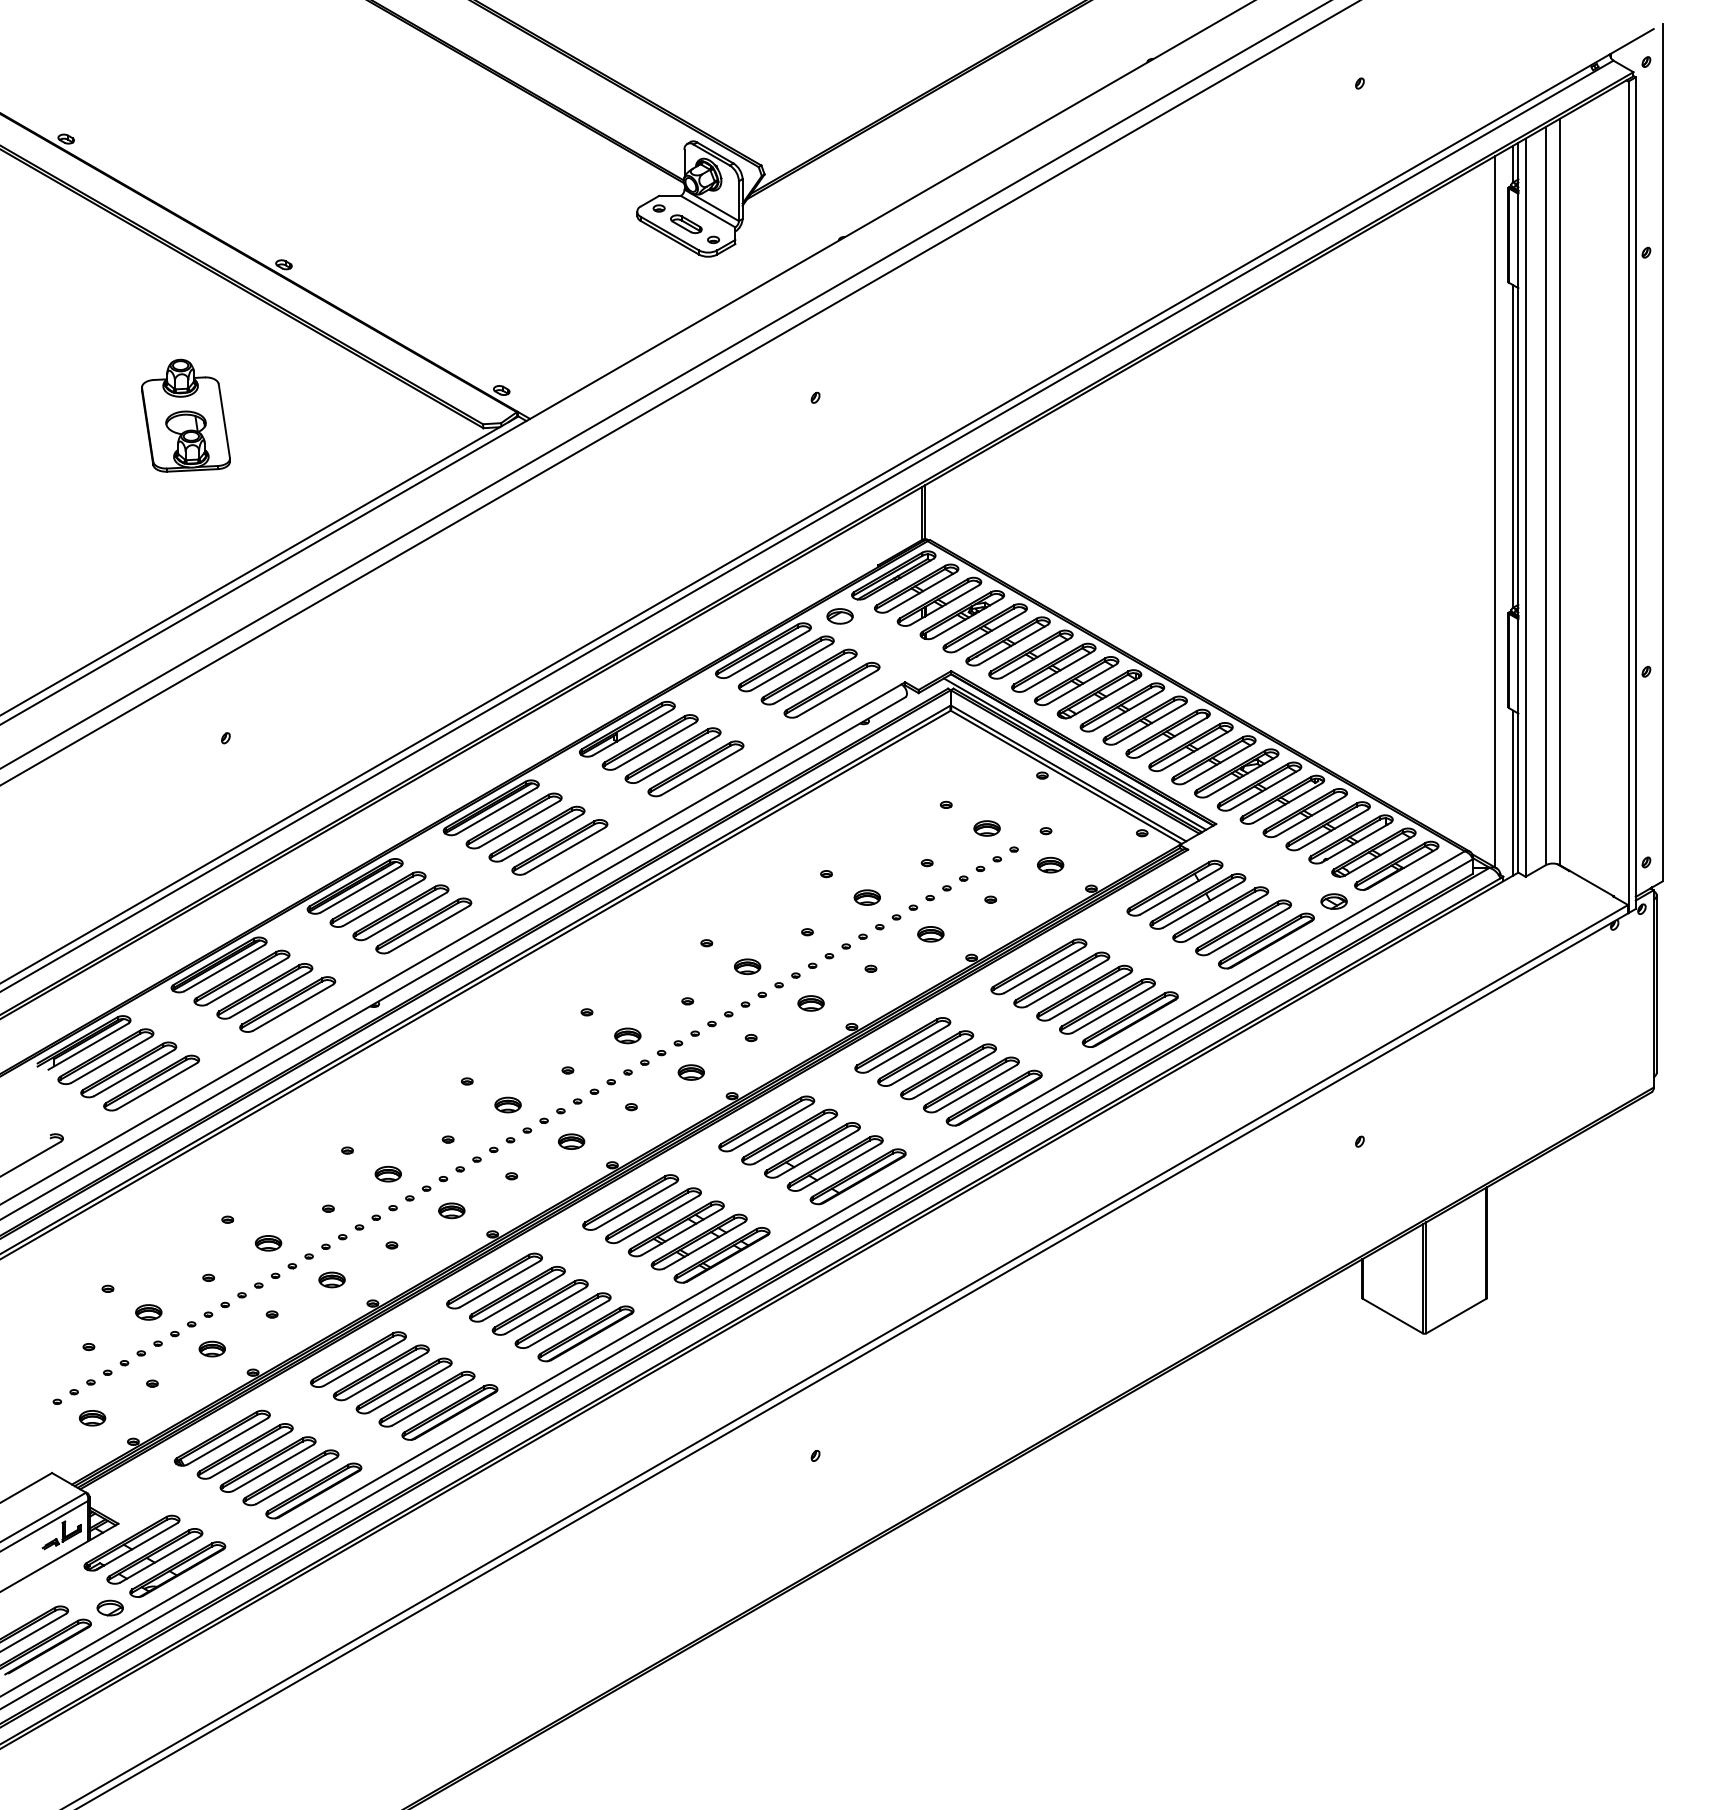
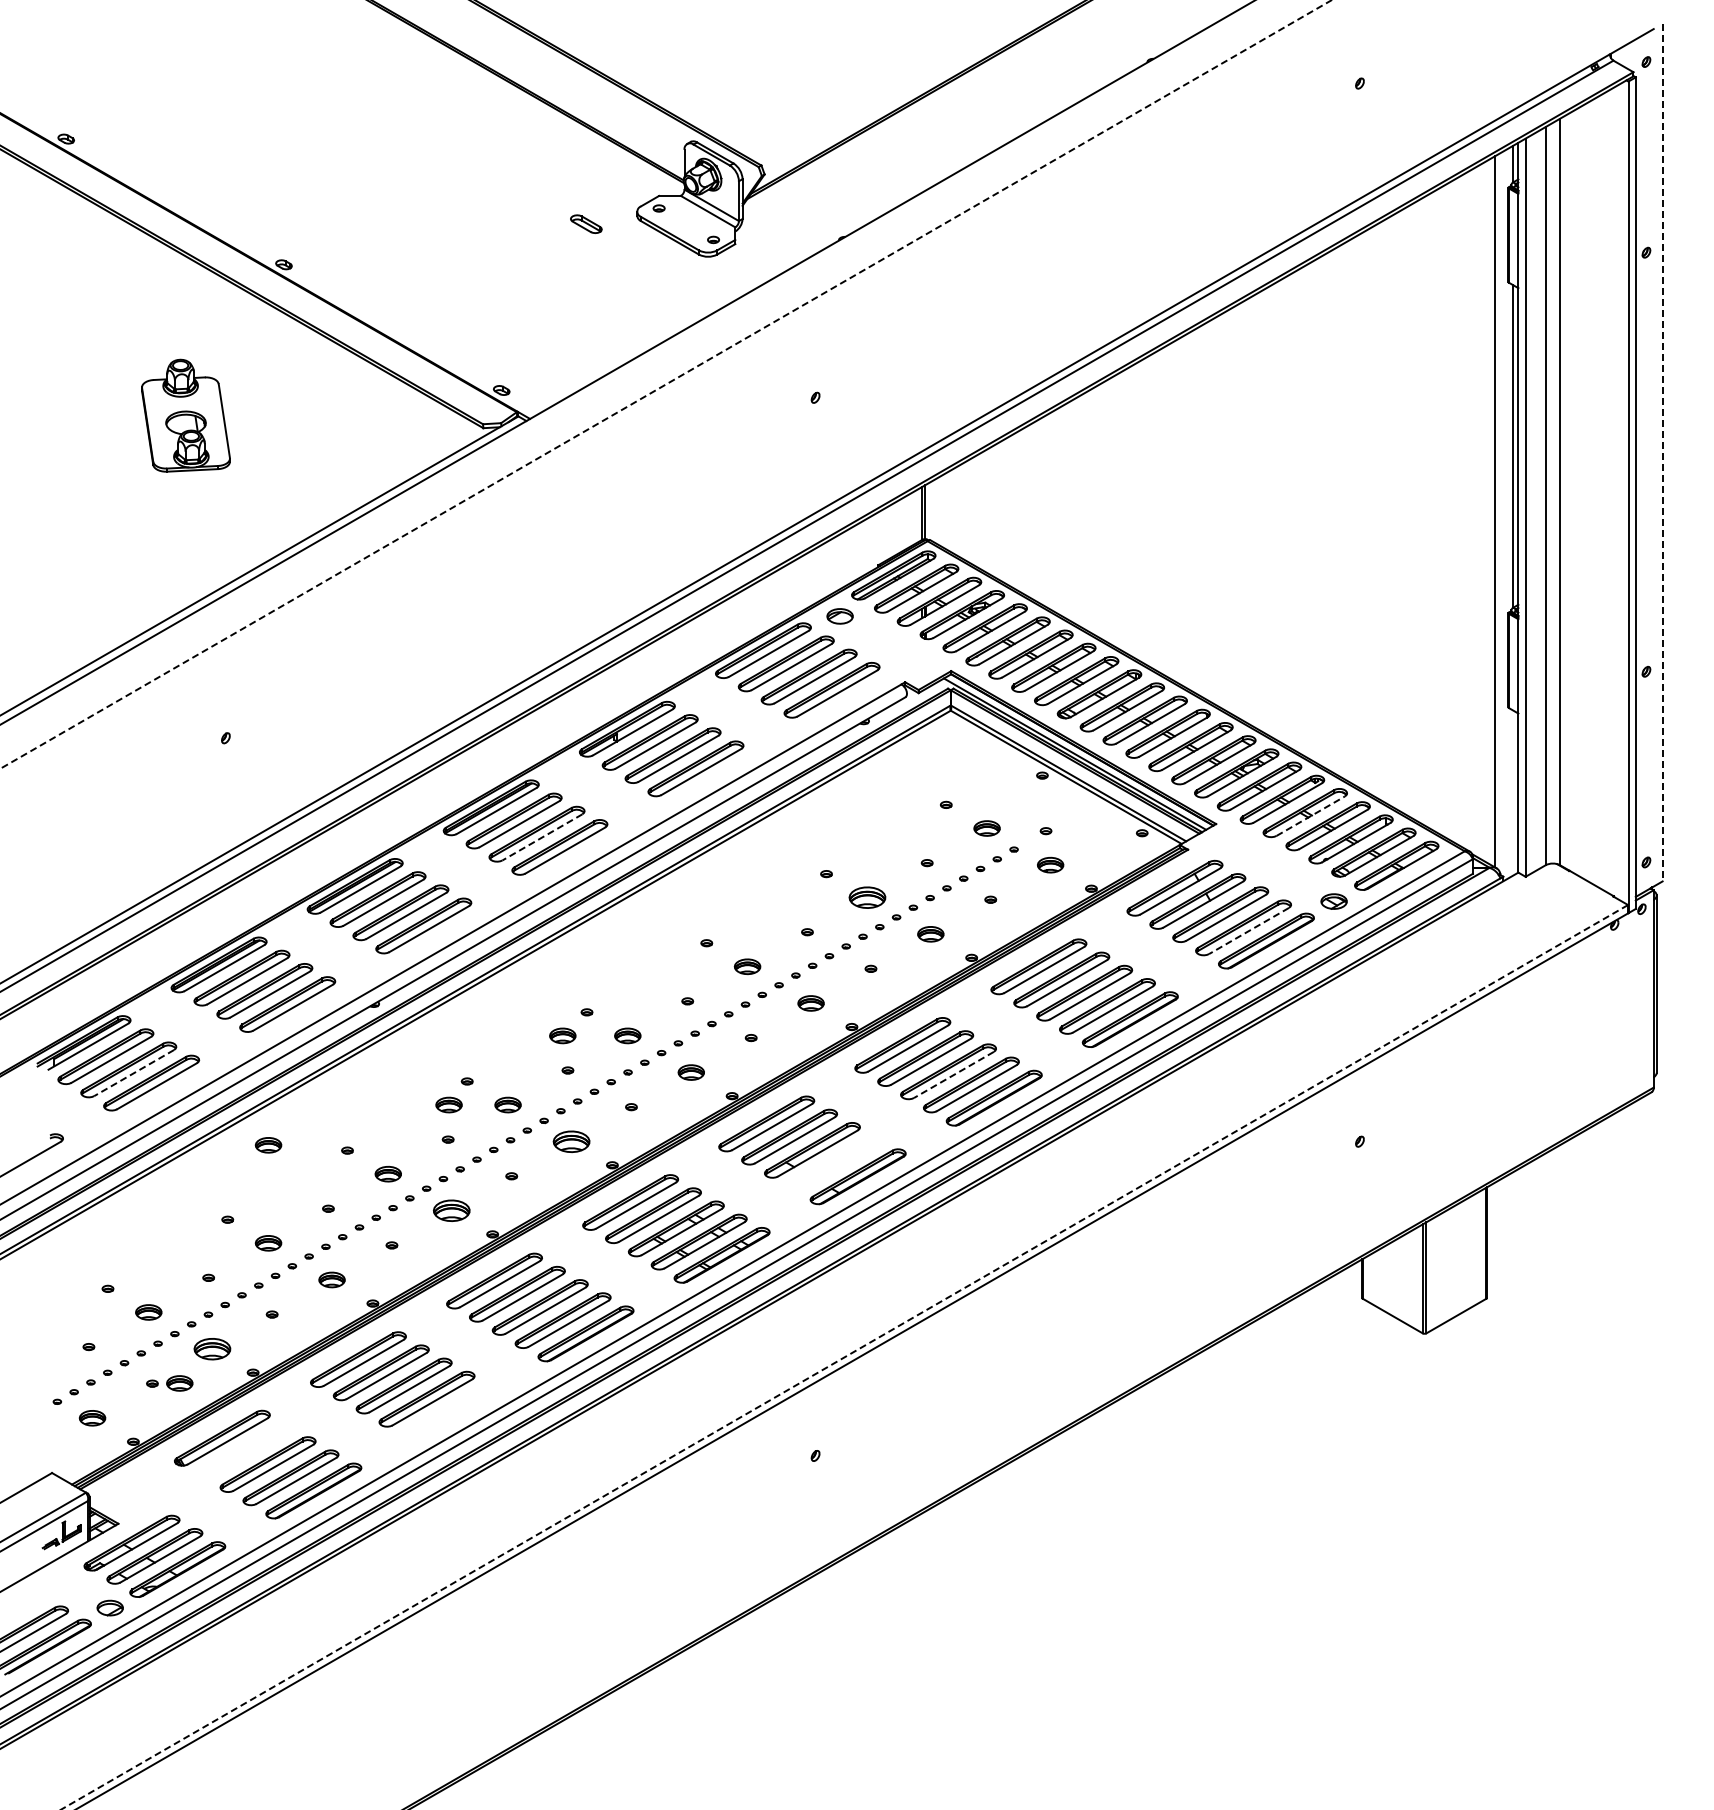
part at (686, 223) position: (686, 223) -> (586, 223)
line at (665, 384): solid -> dashed
line at (679, 393): present -> none
line at (1662, 453): solid -> dashed
line at (1513, 792): present -> none
line at (1311, 815): solid -> dashed
line at (542, 837): solid -> dashed
part at (866, 897) size: 28x17 px -> 39x23 px
line at (1248, 931): solid -> dashed
part at (562, 1035): none -> present
line at (133, 1073): solid -> dashed
line at (953, 1075): solid -> dashed
part at (448, 1104): none -> present
part at (571, 1141) size: 29x17 px -> 39x23 px
part at (268, 1145): none -> present
part at (834, 1163): present -> none
part at (451, 1210) size: 28x18 px -> 38x23 px
part at (211, 1348) size: 28x18 px -> 39x23 px
line at (844, 1357): solid -> dashed
part at (179, 1383): none -> present
part at (449, 1412): present -> none
part at (244, 1451): present -> none
